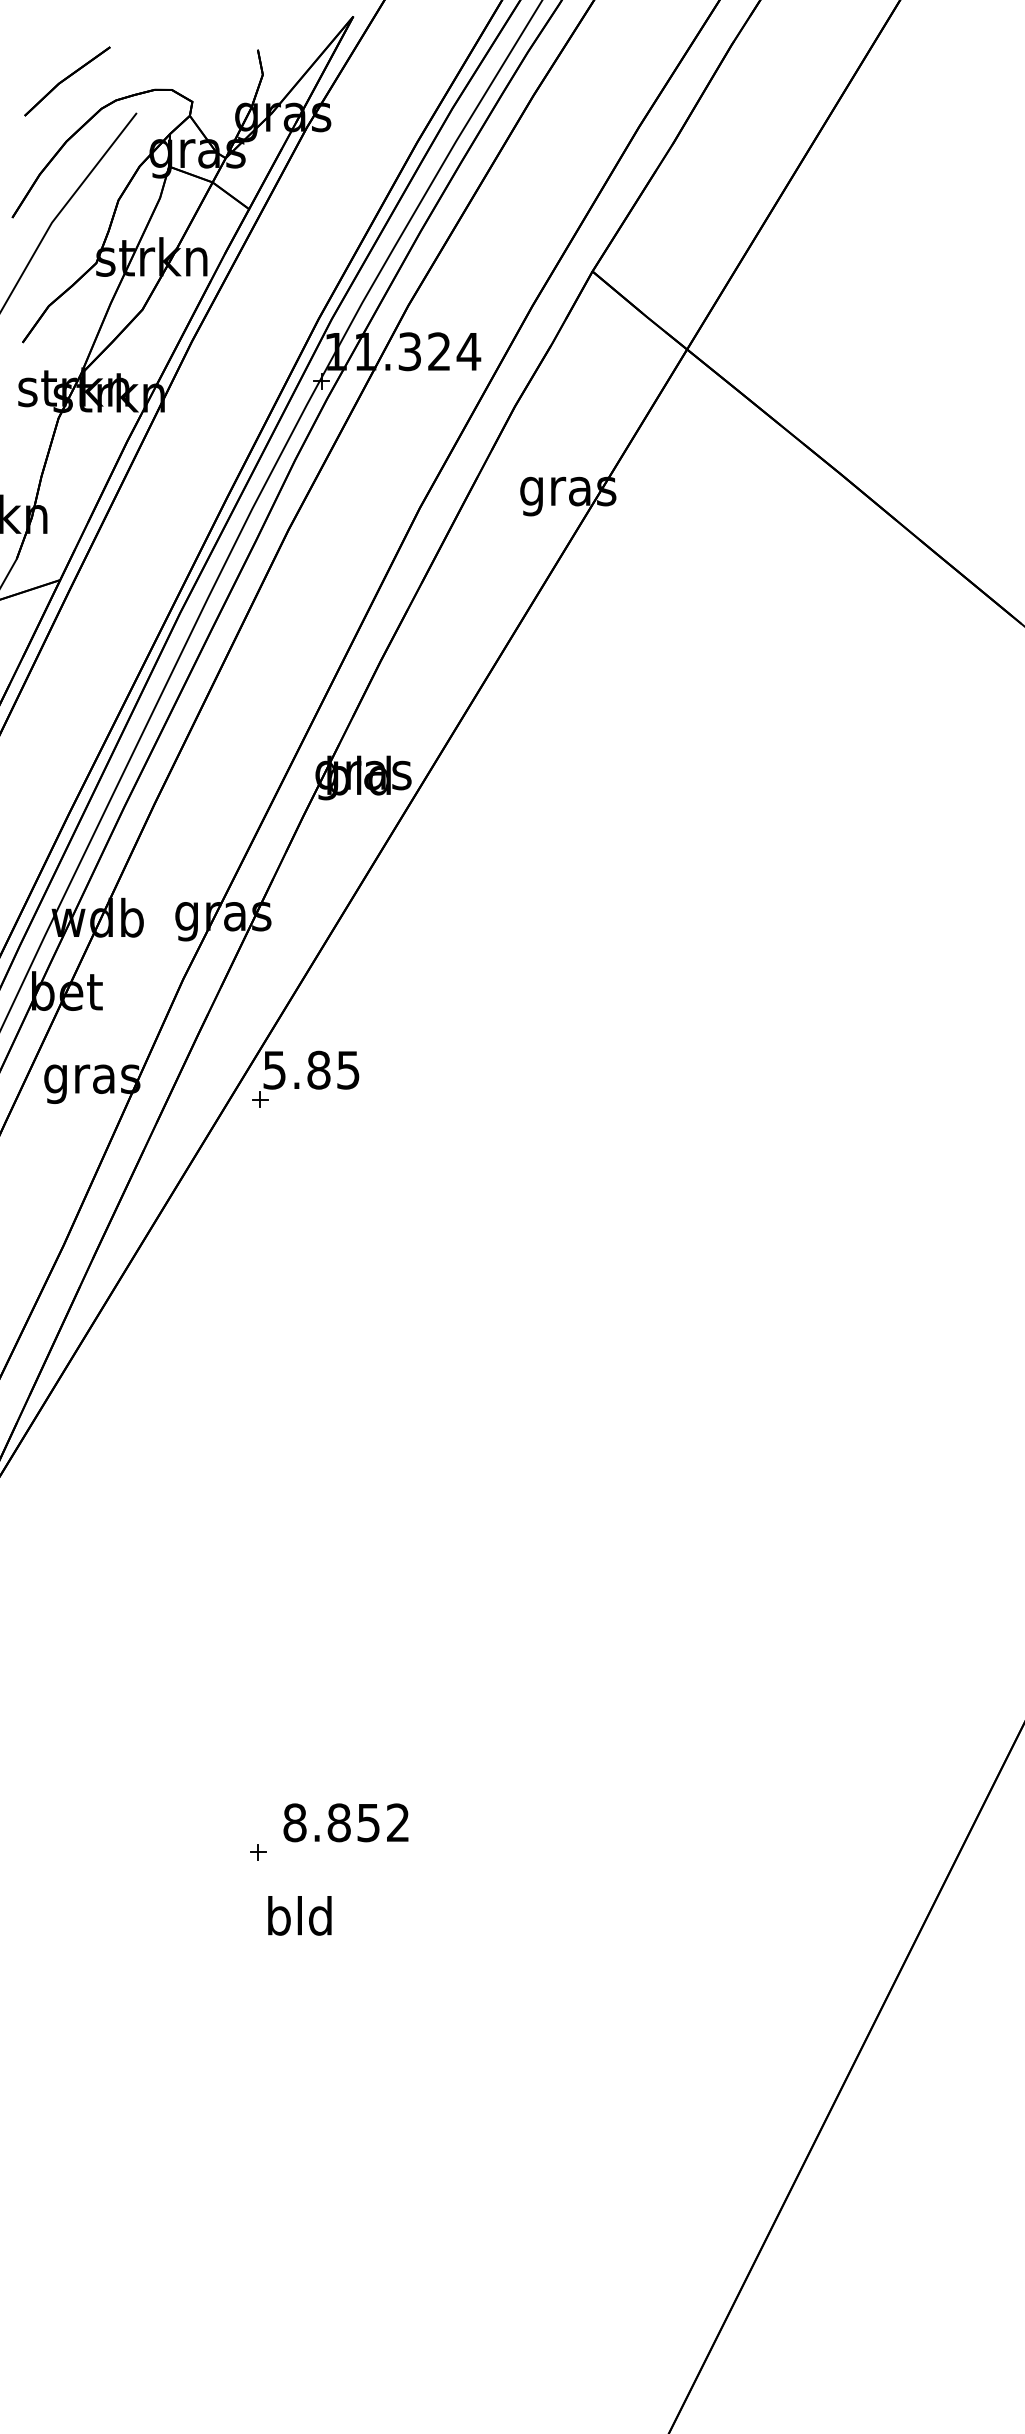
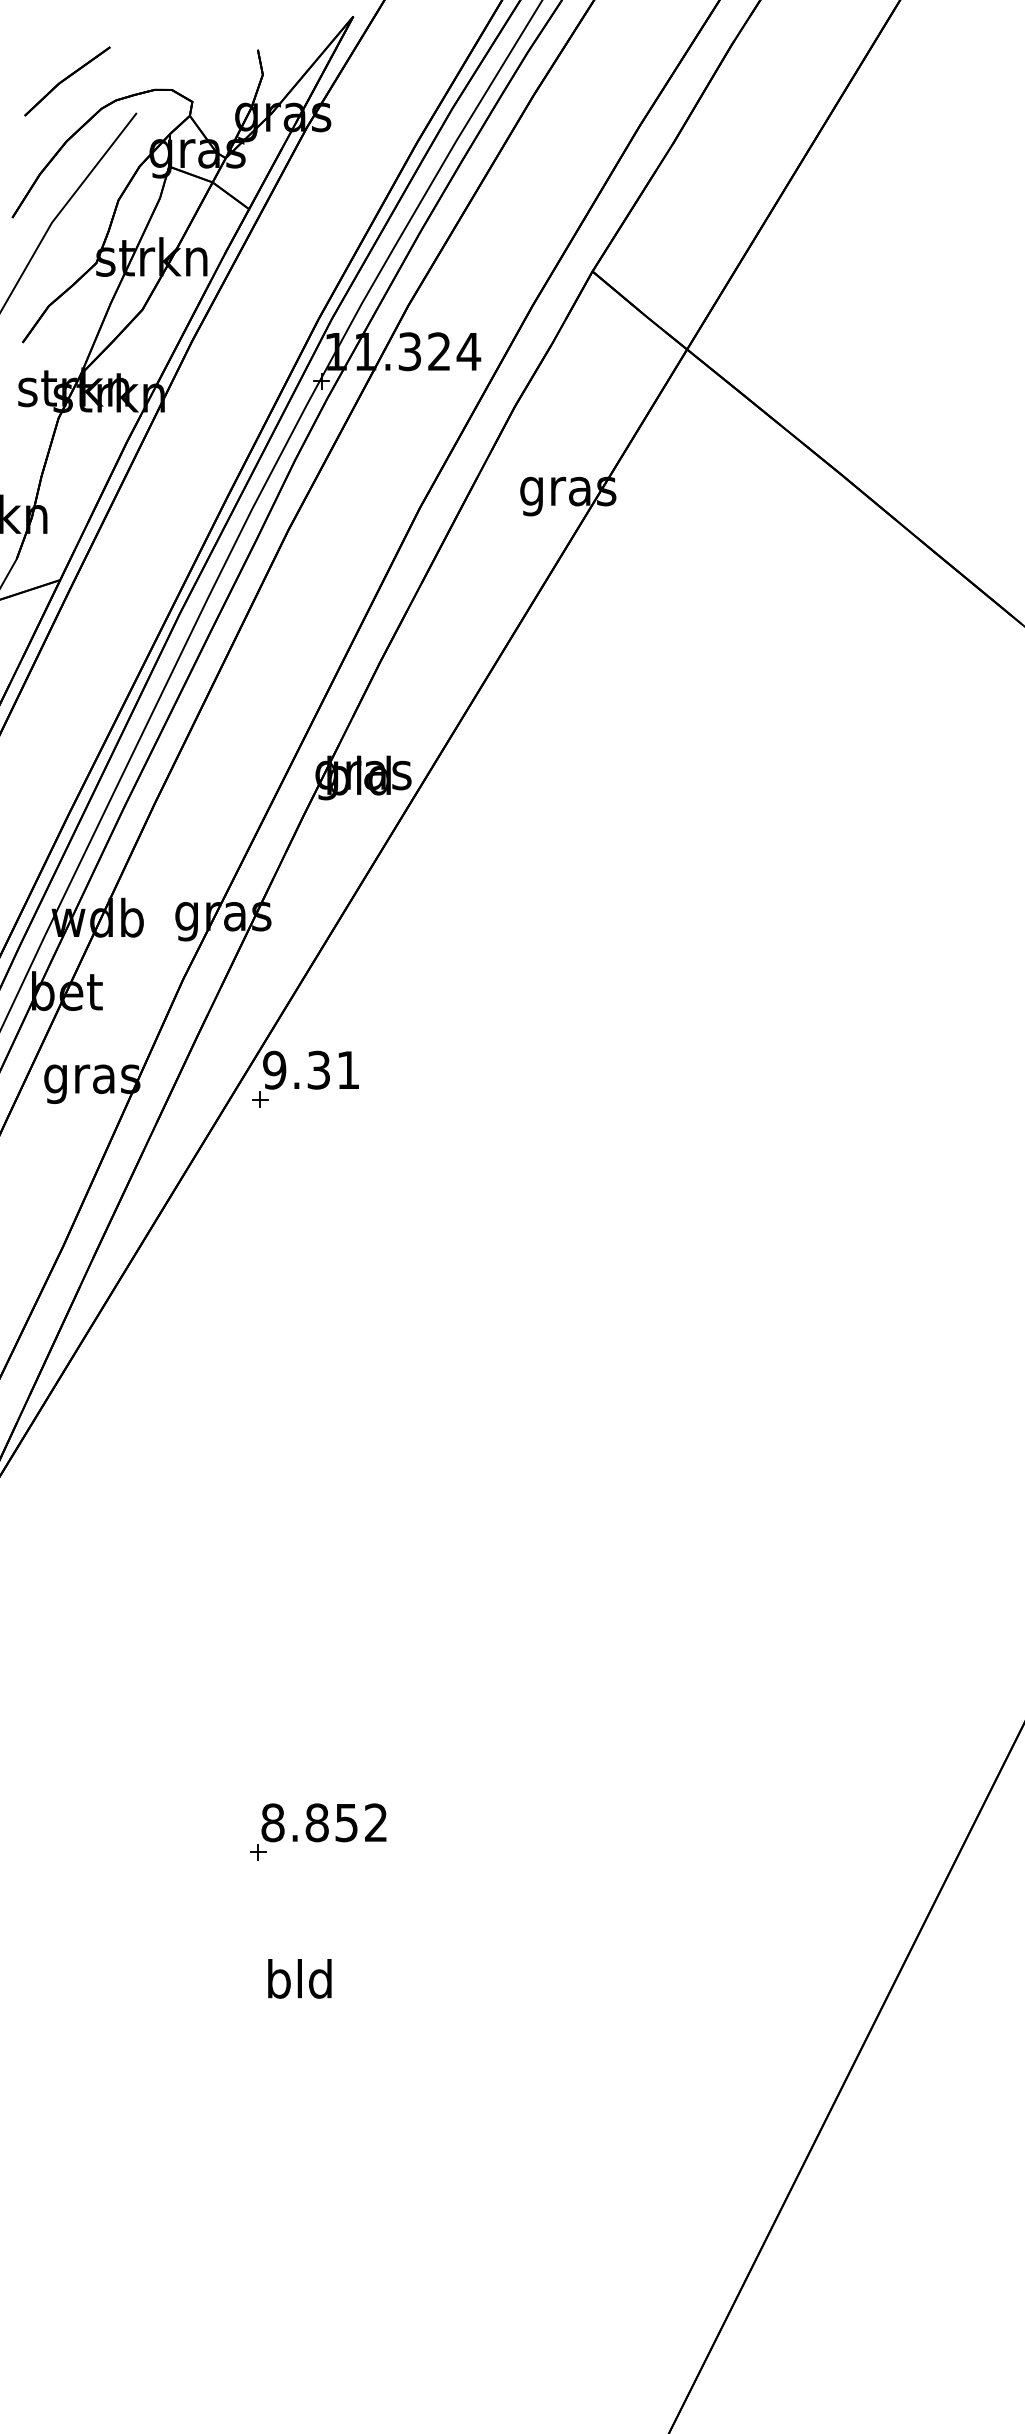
text at (311, 1069): 5.85 -> 9.31
text at (345, 1822) position: (345, 1822) -> (323, 1822)
text at (299, 1915) position: (299, 1915) -> (299, 1978)
